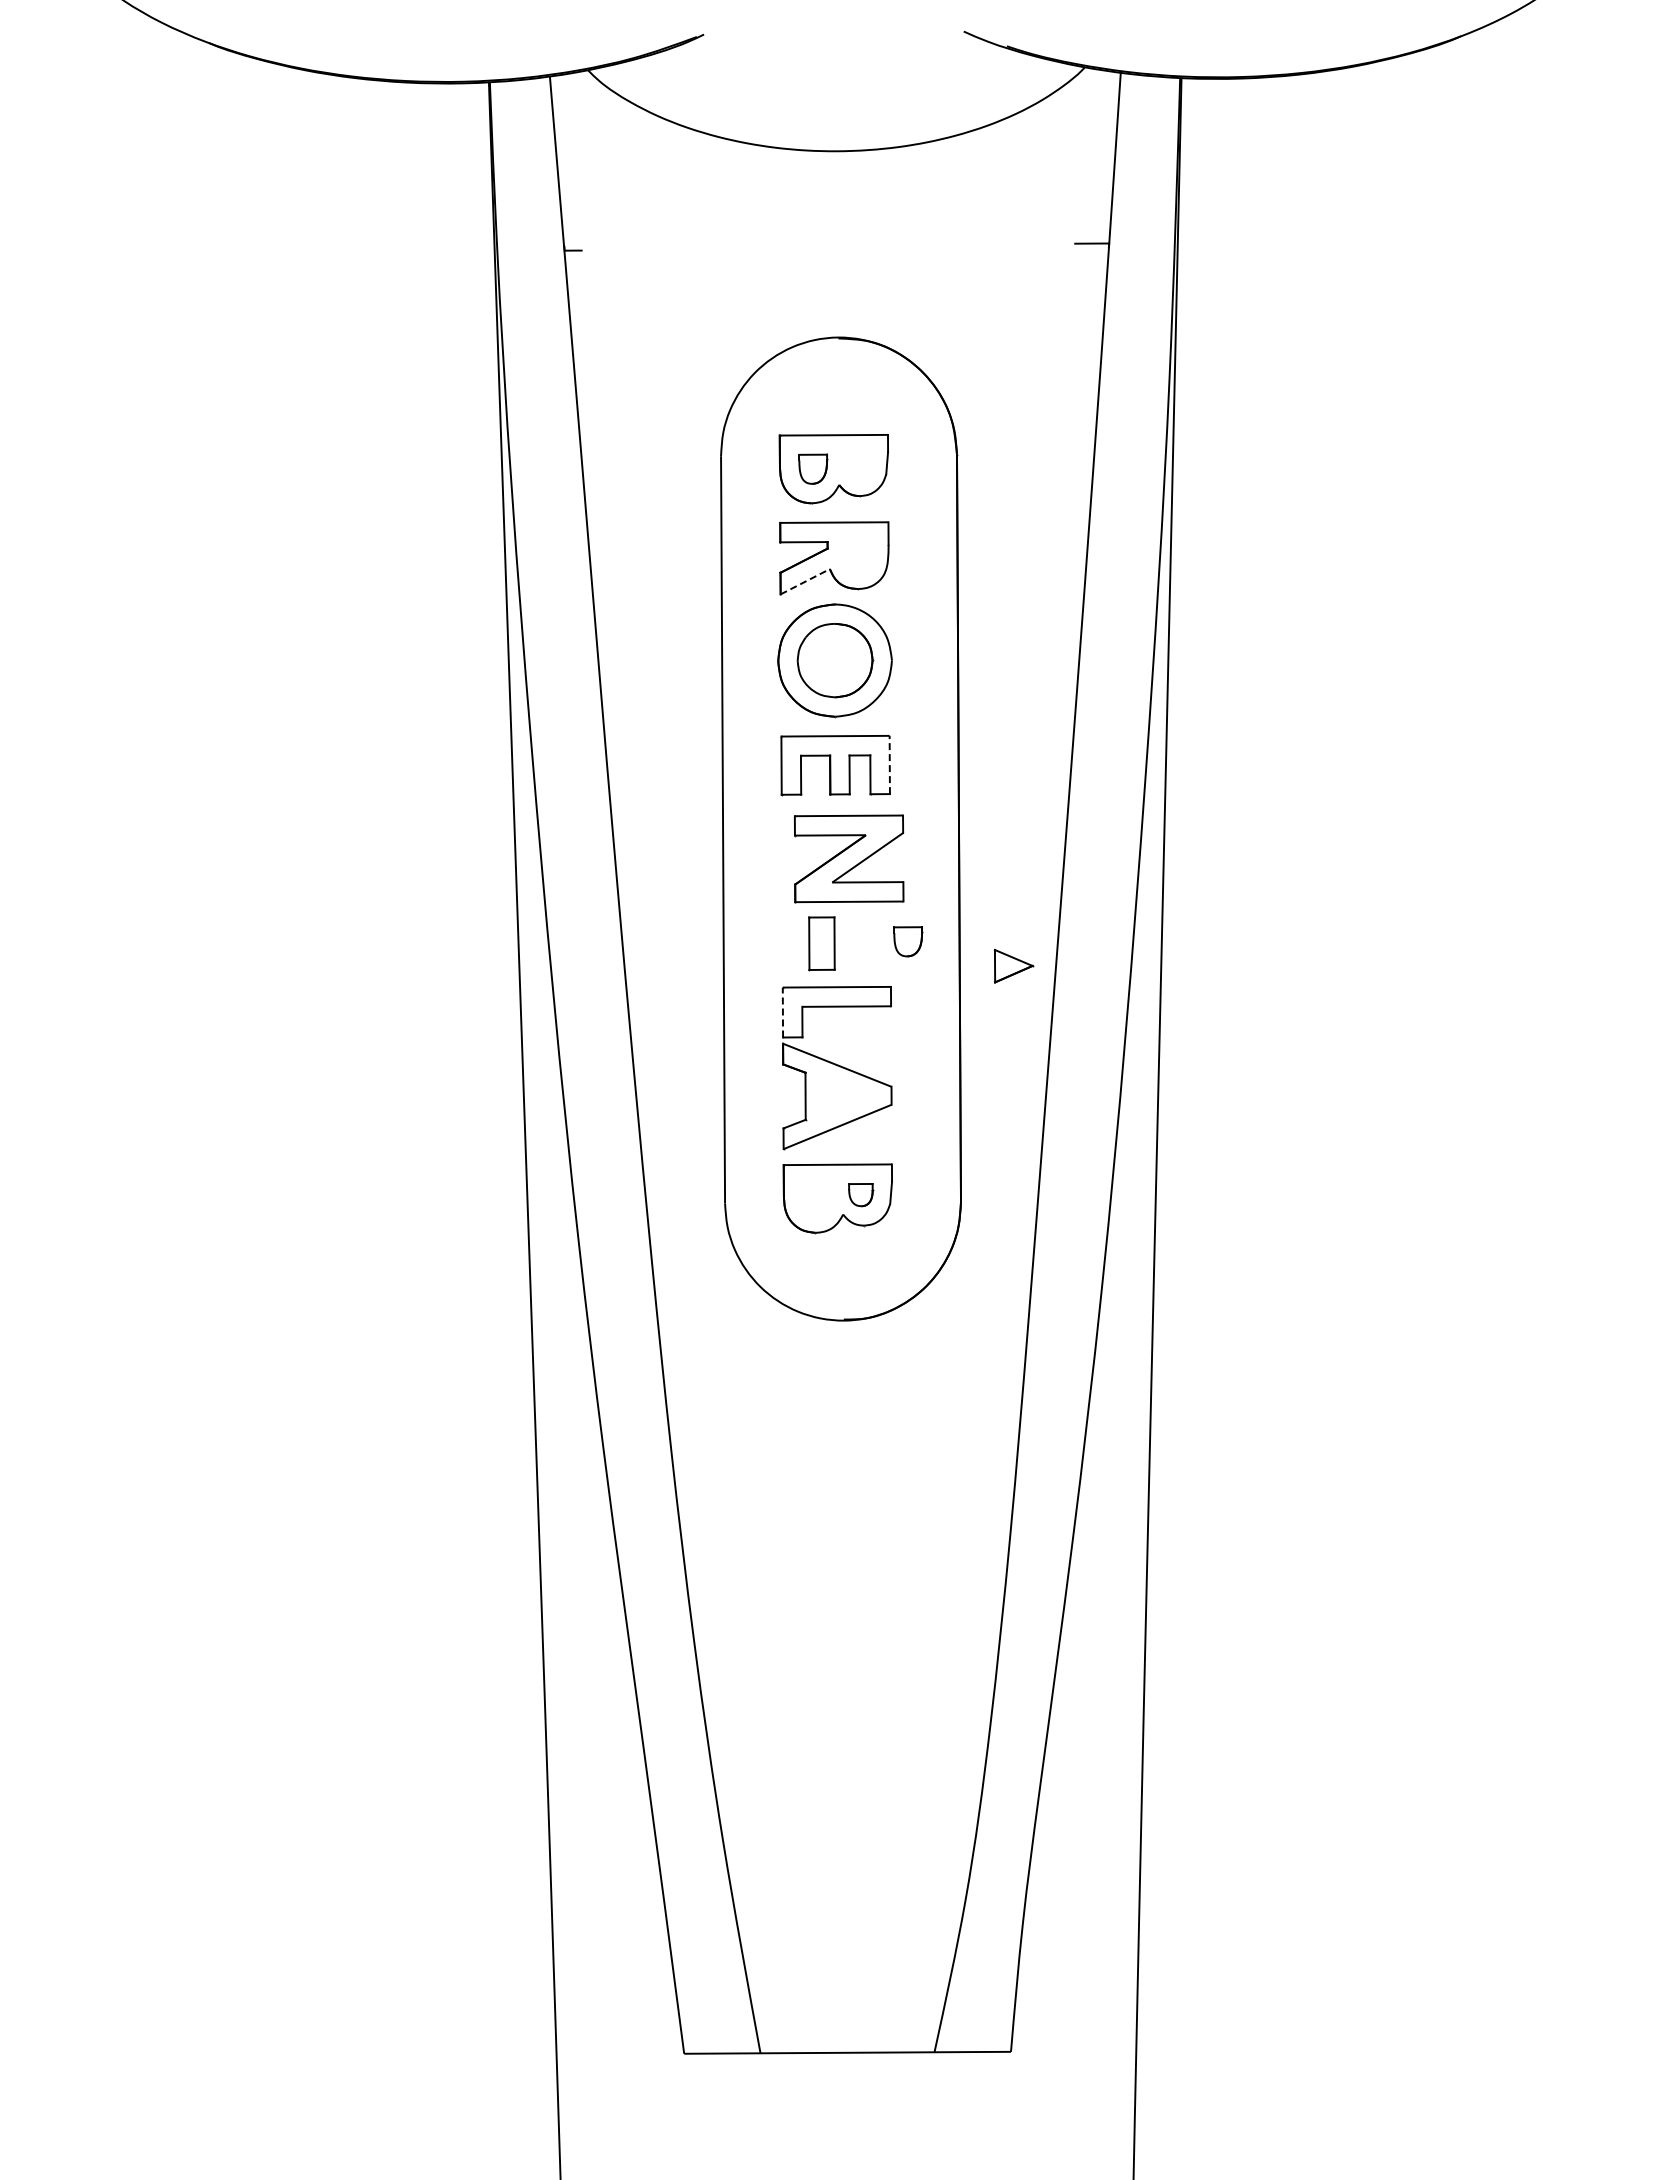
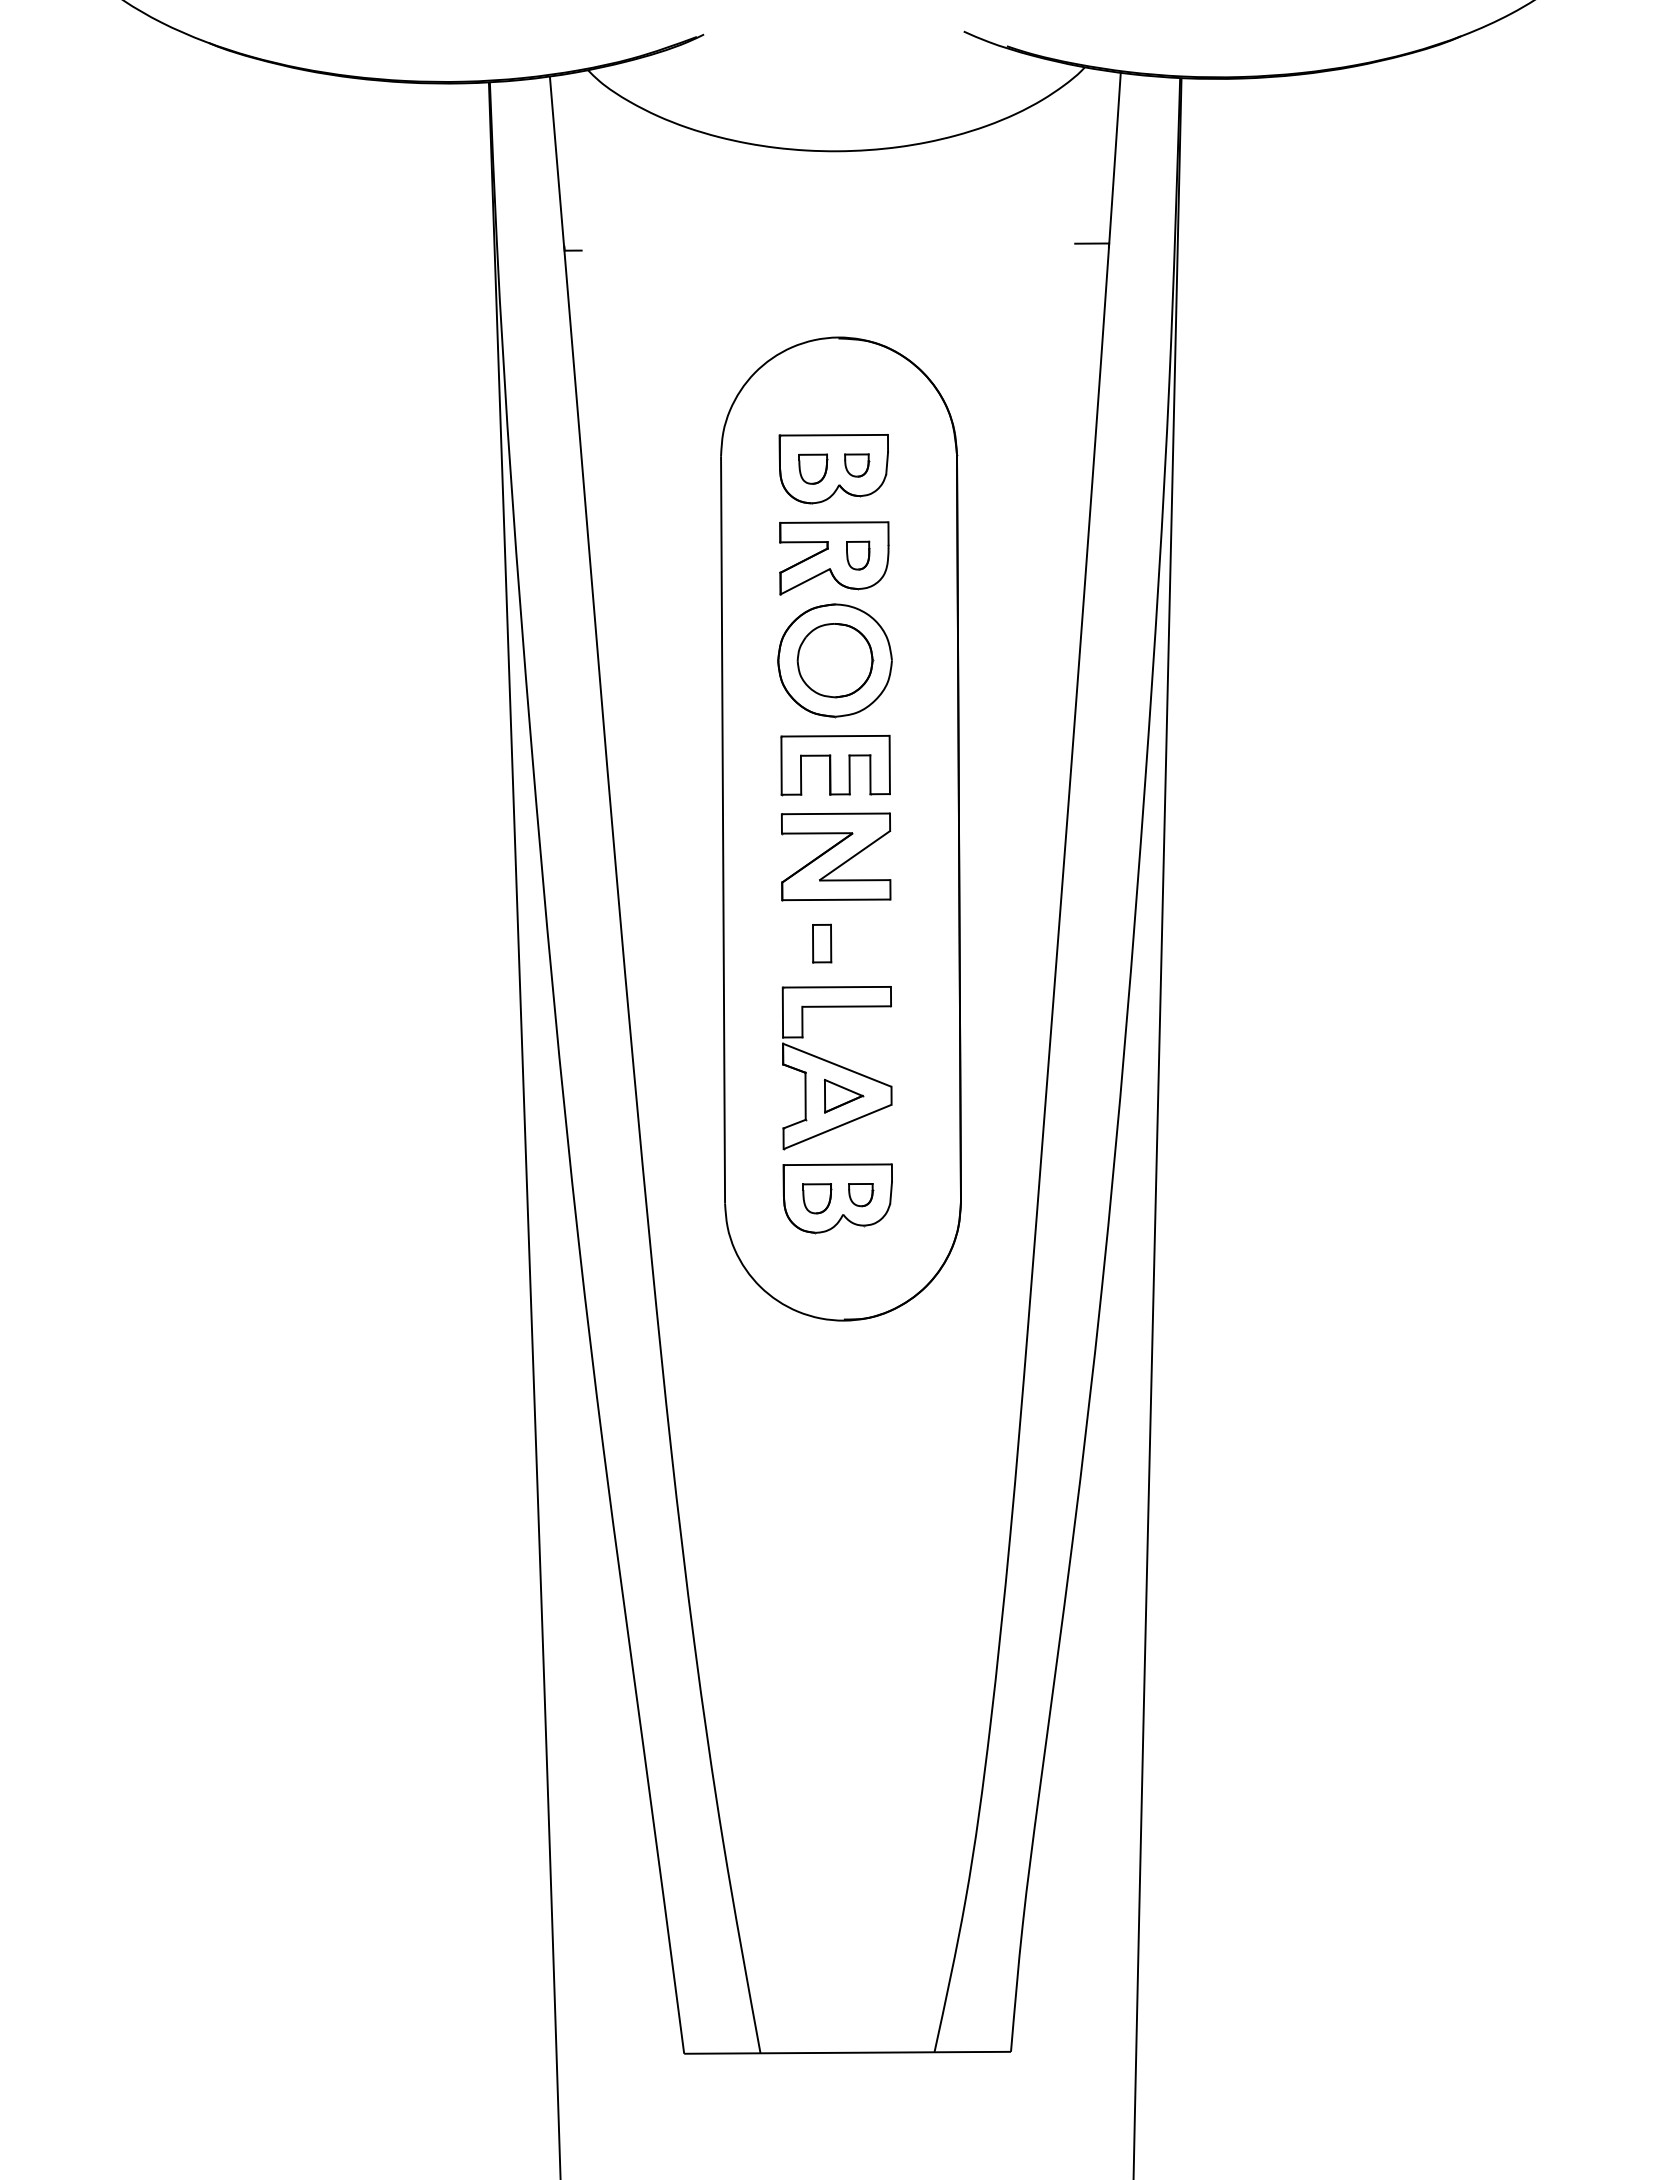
part at (857, 465): none -> present
part at (858, 555): none -> present
line at (805, 581): dashed -> solid
line at (889, 764): dashed -> solid
part at (849, 858) position: (849, 858) -> (836, 856)
part at (908, 941) position: (908, 941) -> (817, 1198)
part at (821, 943) size: 28x56 px -> 21x41 px
part at (1013, 965) position: (1013, 965) -> (843, 1095)
line at (782, 1012): dashed -> solid
